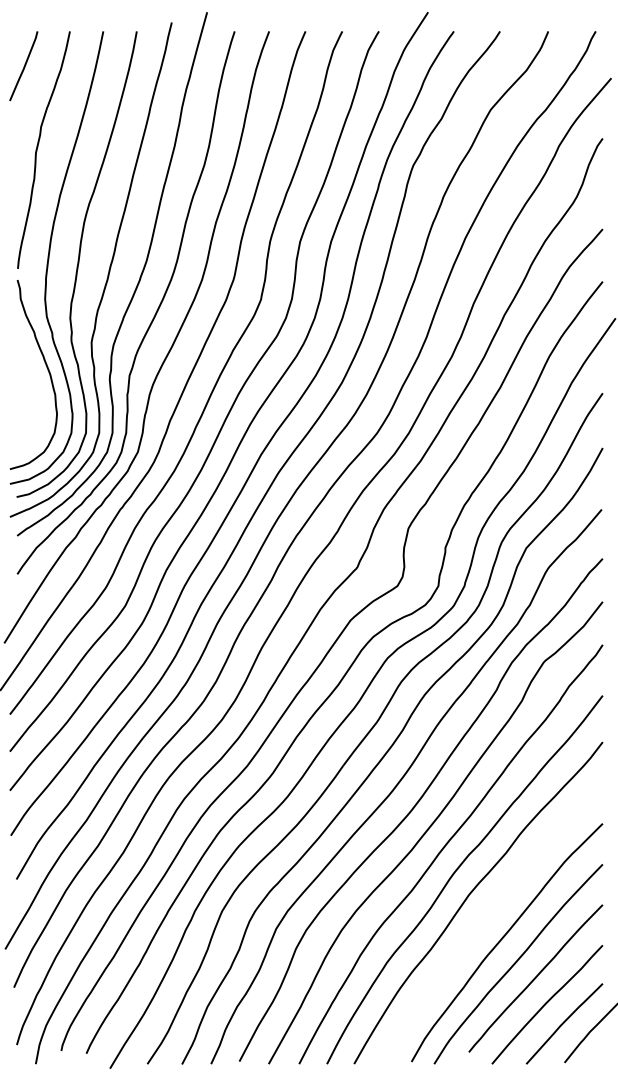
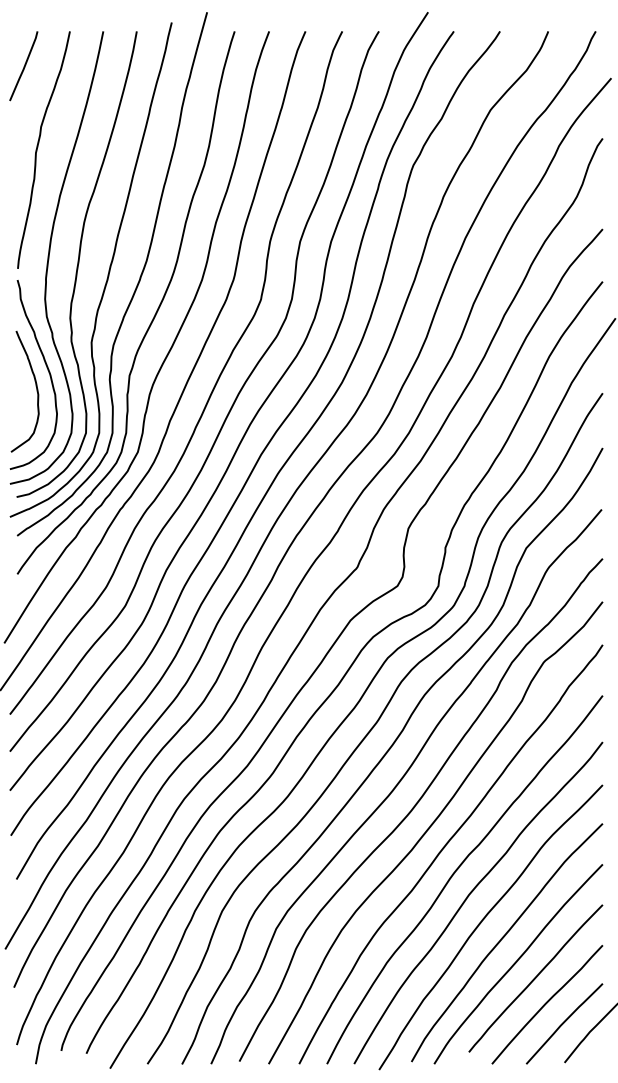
curve at (36, 391): none -> present
curve at (481, 923): none -> present
